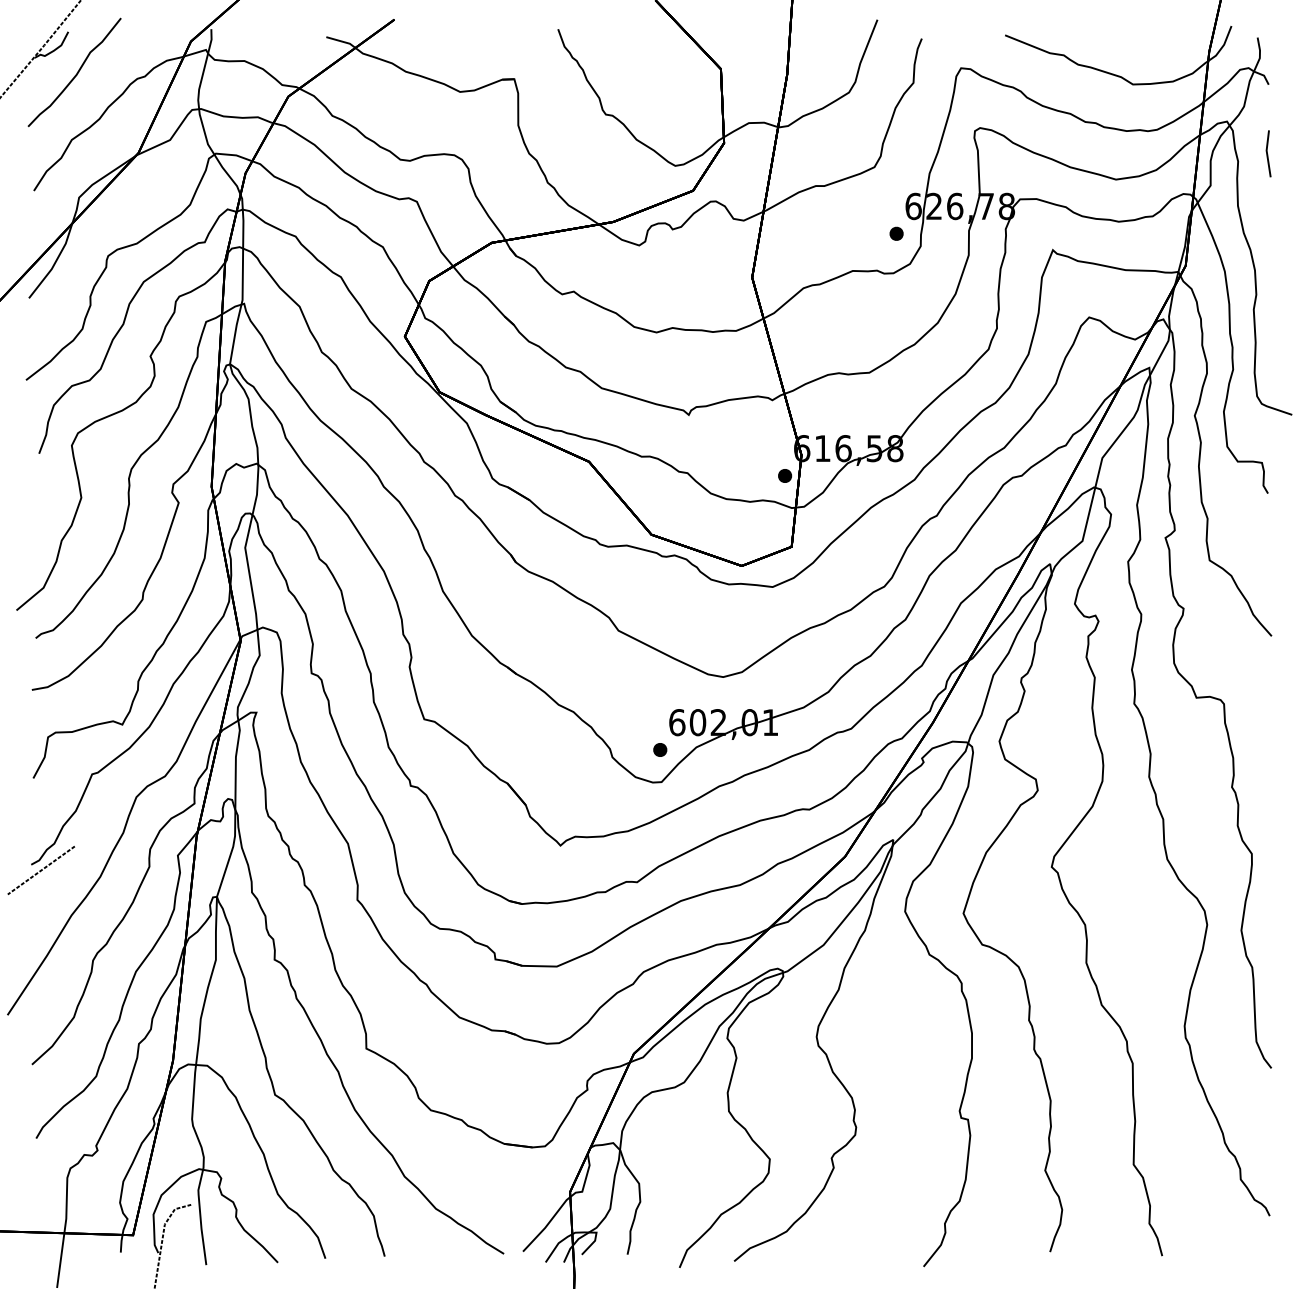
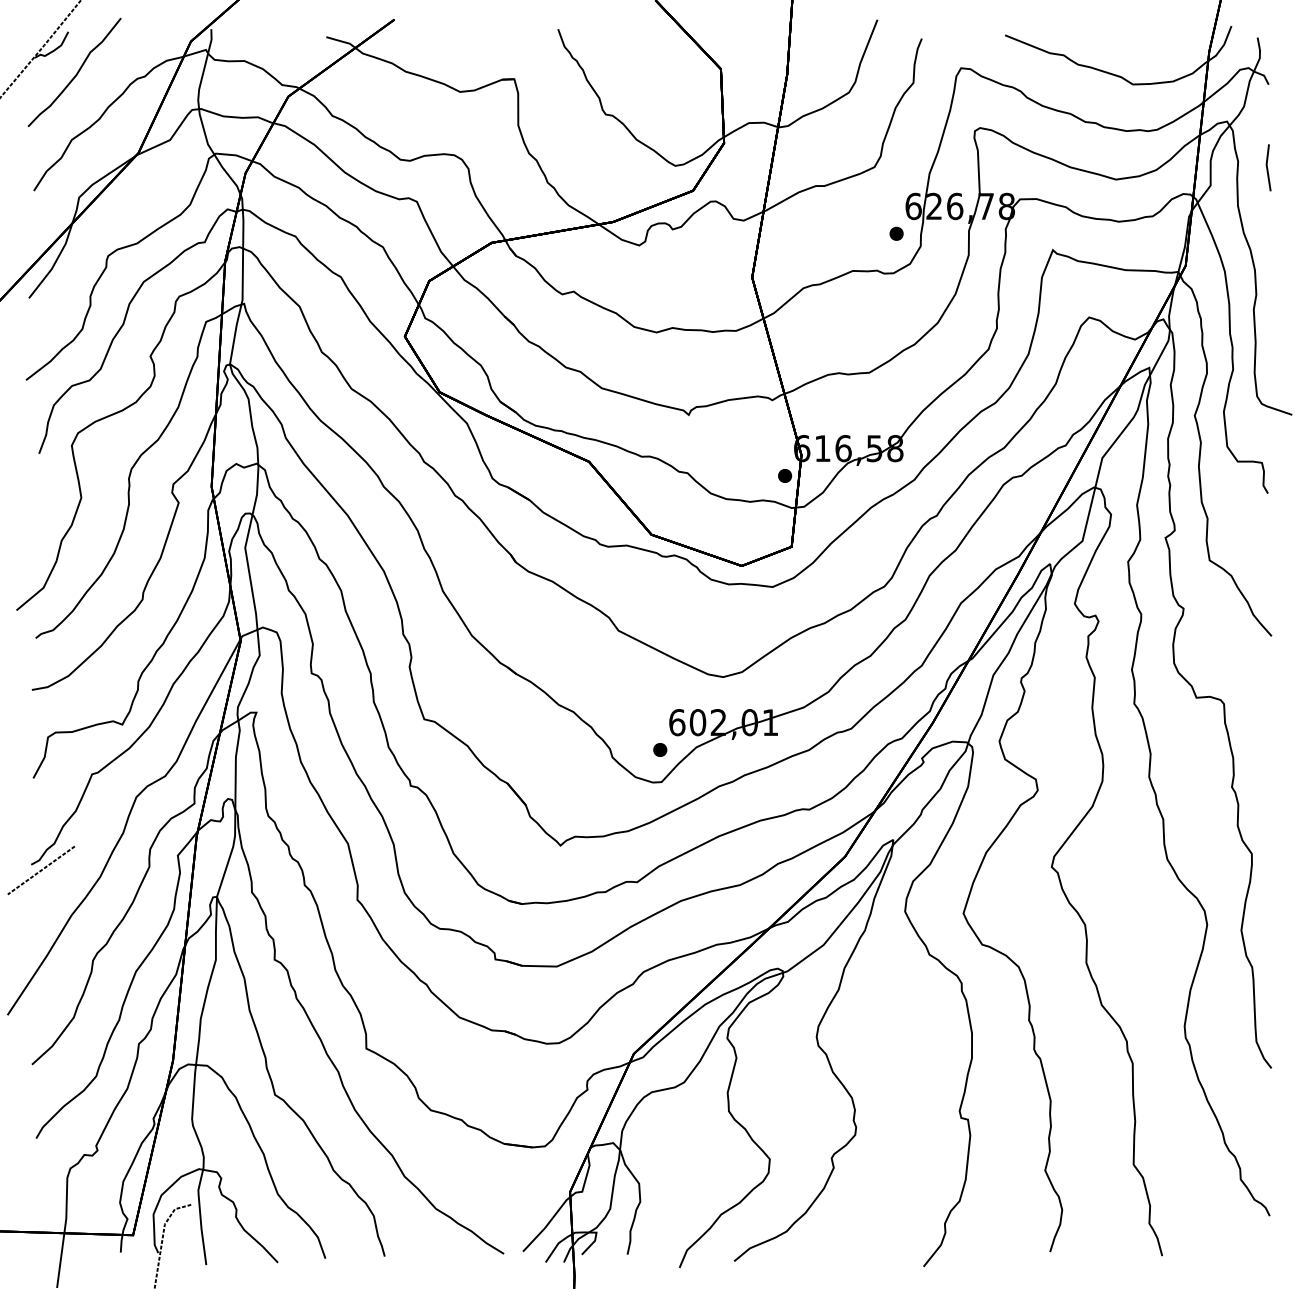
line at (1267, 153) position: (1267, 153) -> (1267, 167)
